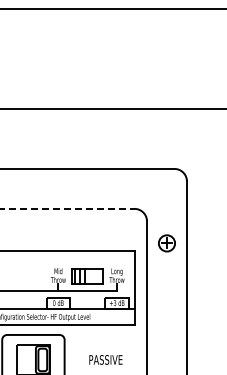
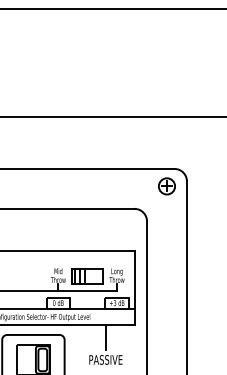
line at (112, 108) position: (112, 108) -> (112, 116)
line at (67, 208): dashed -> solid
part at (166, 243) position: (166, 243) -> (166, 186)
line at (105, 336): none -> present
